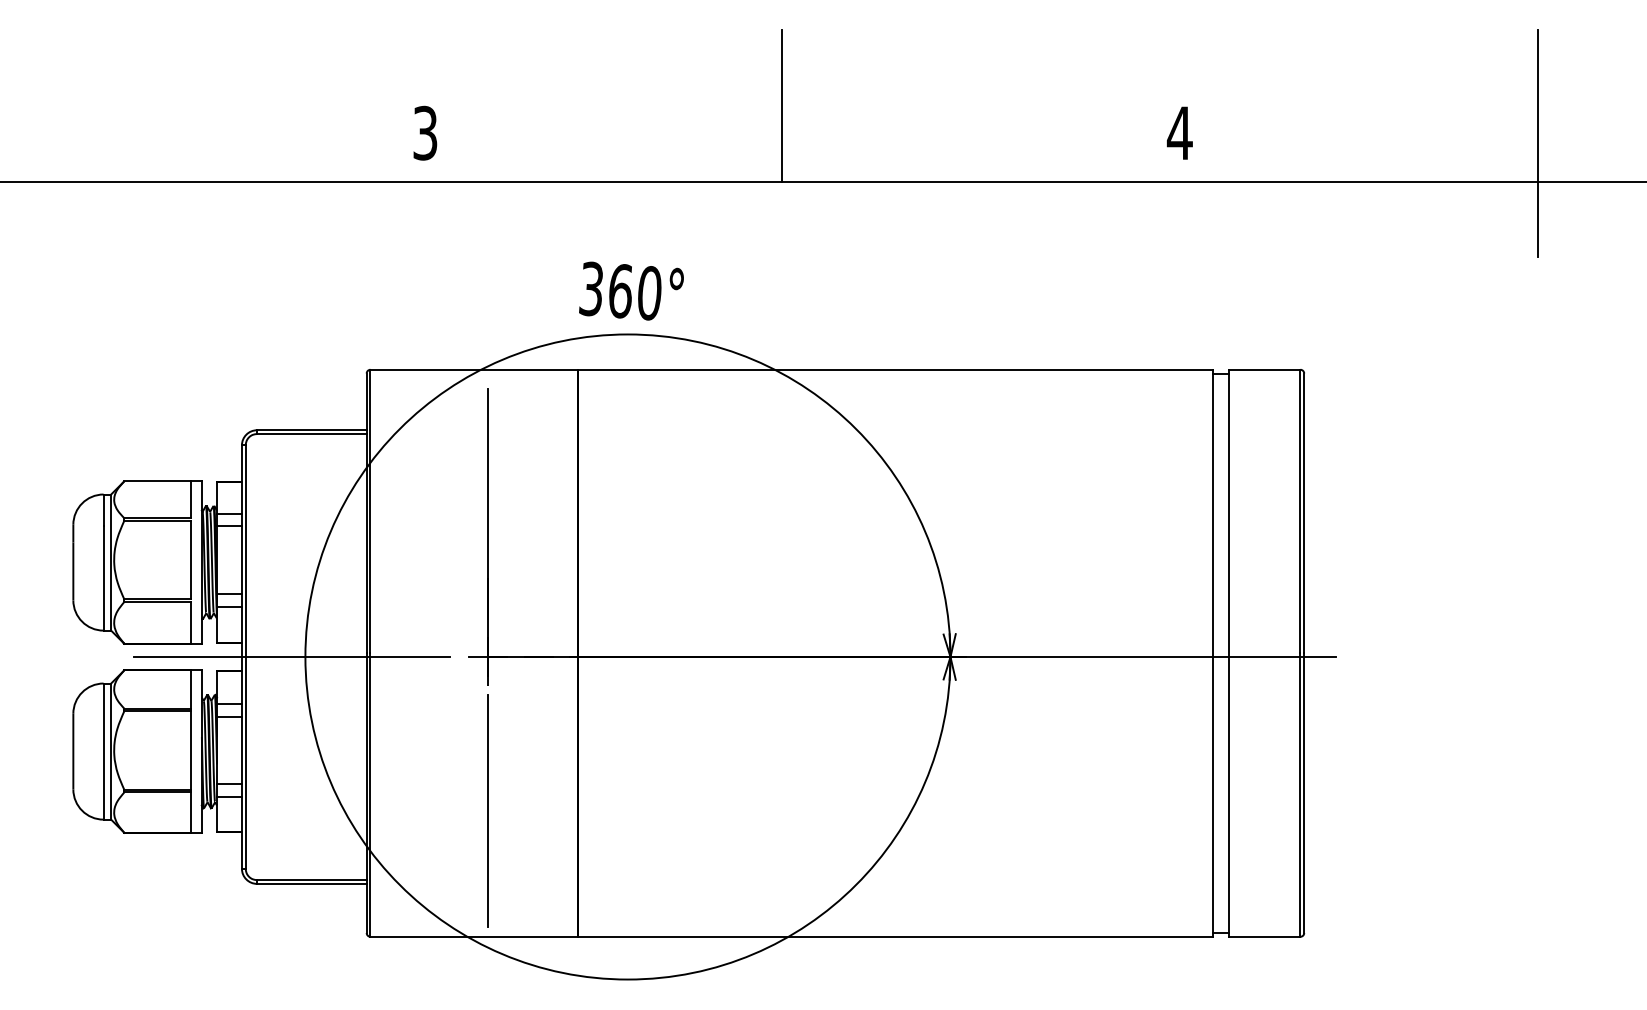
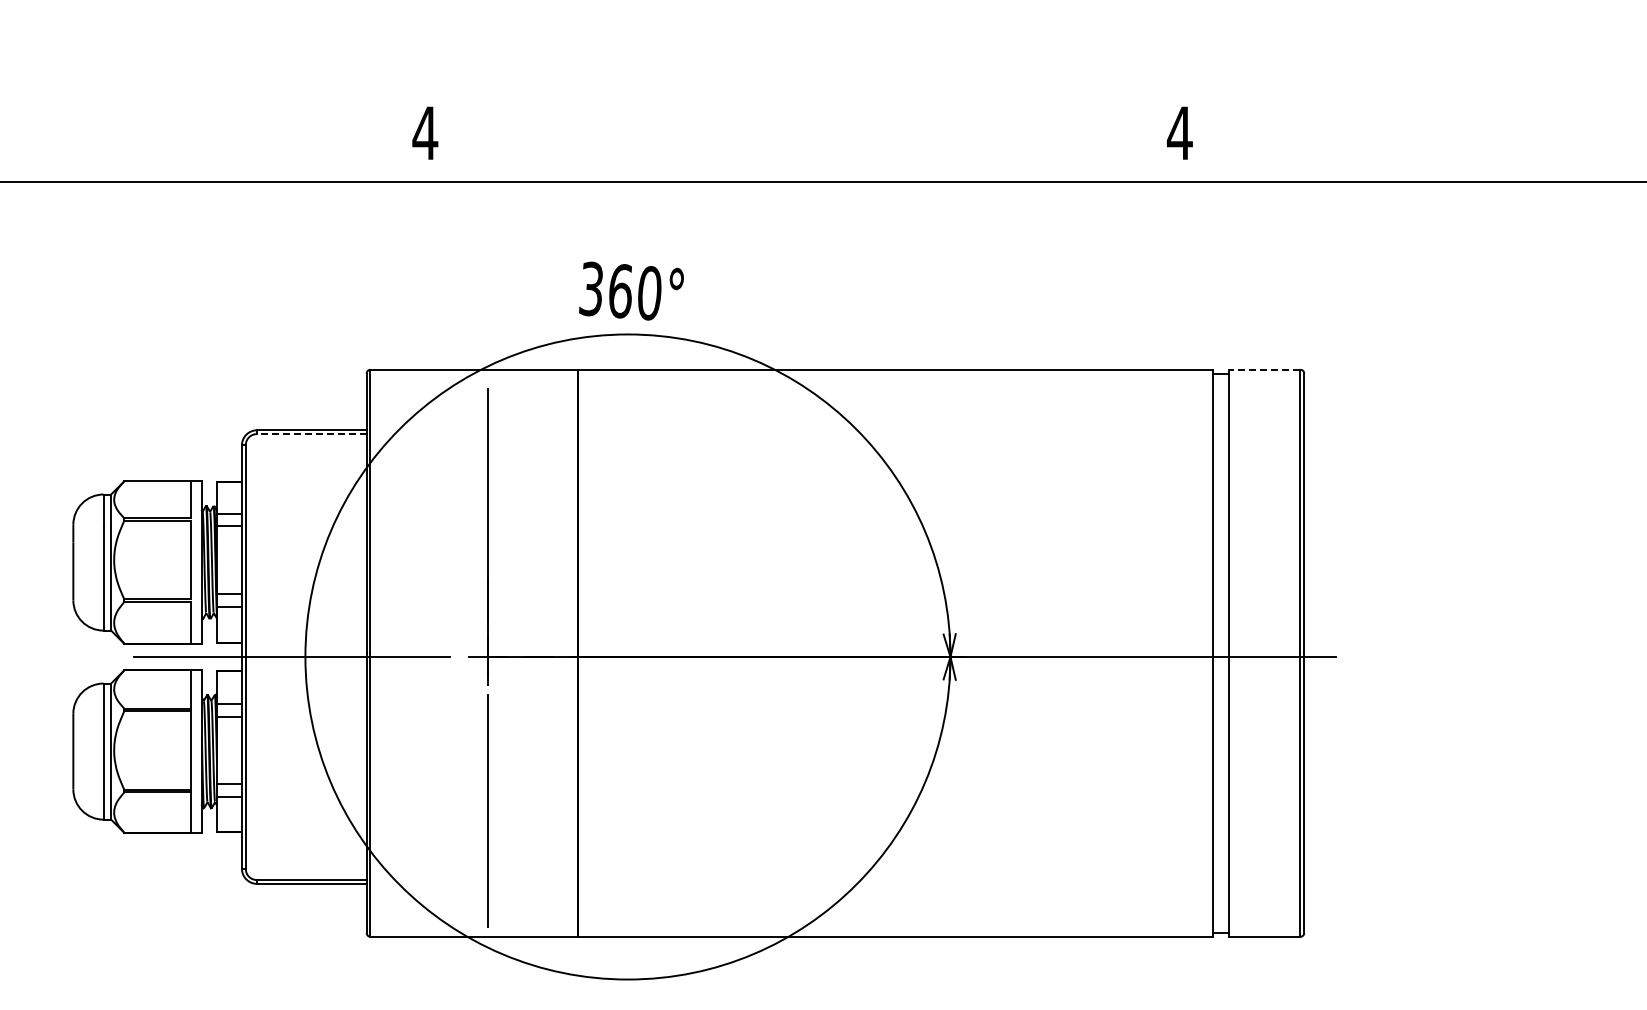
line at (781, 105): present -> none
text at (425, 132): 3 -> 4
line at (1537, 143): present -> none
line at (1264, 369): solid -> dashed
line at (311, 434): solid -> dashed
